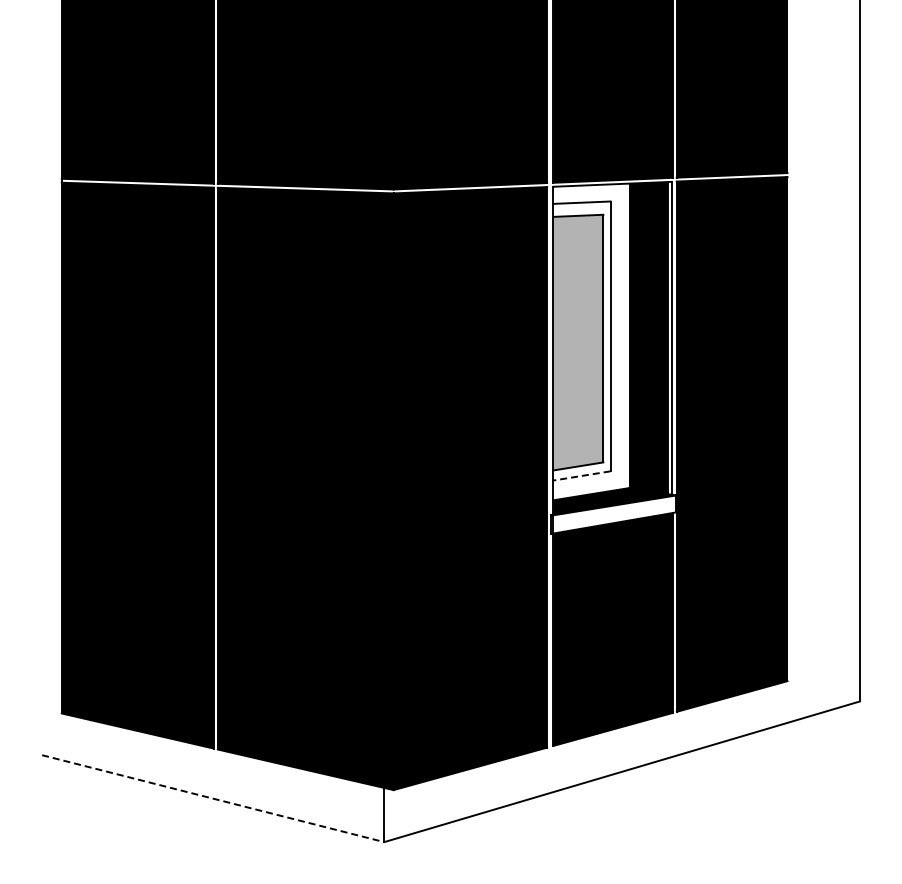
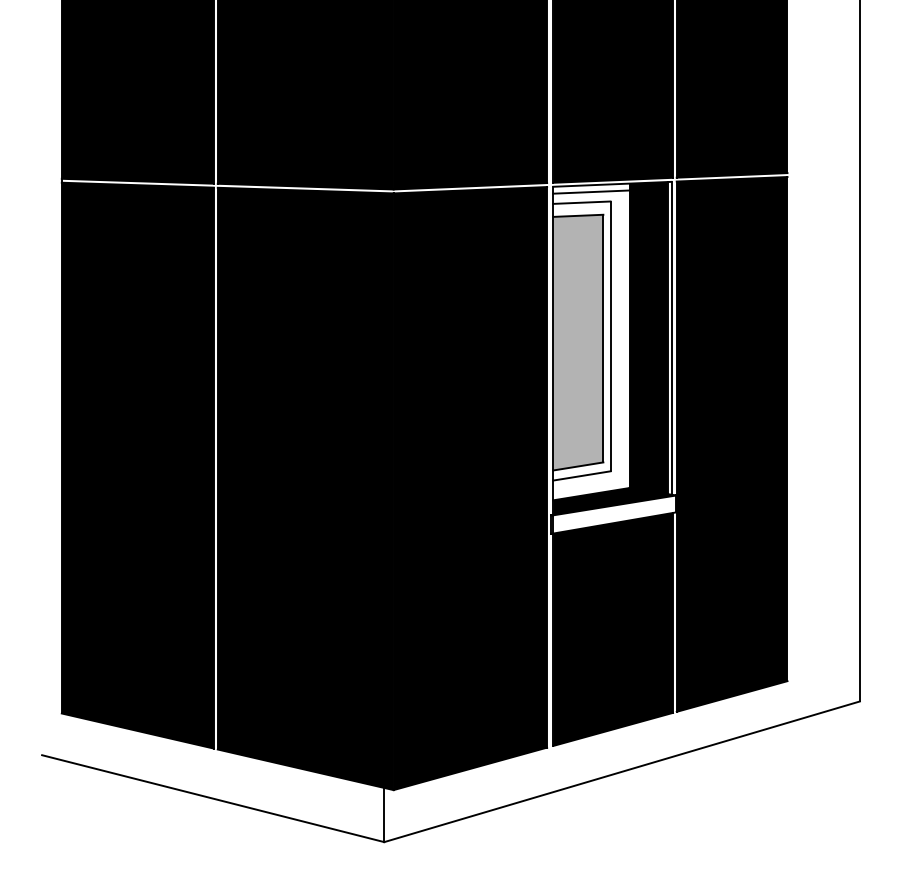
line at (591, 191): none -> present
line at (581, 475): dashed -> solid
line at (213, 798): dashed -> solid
